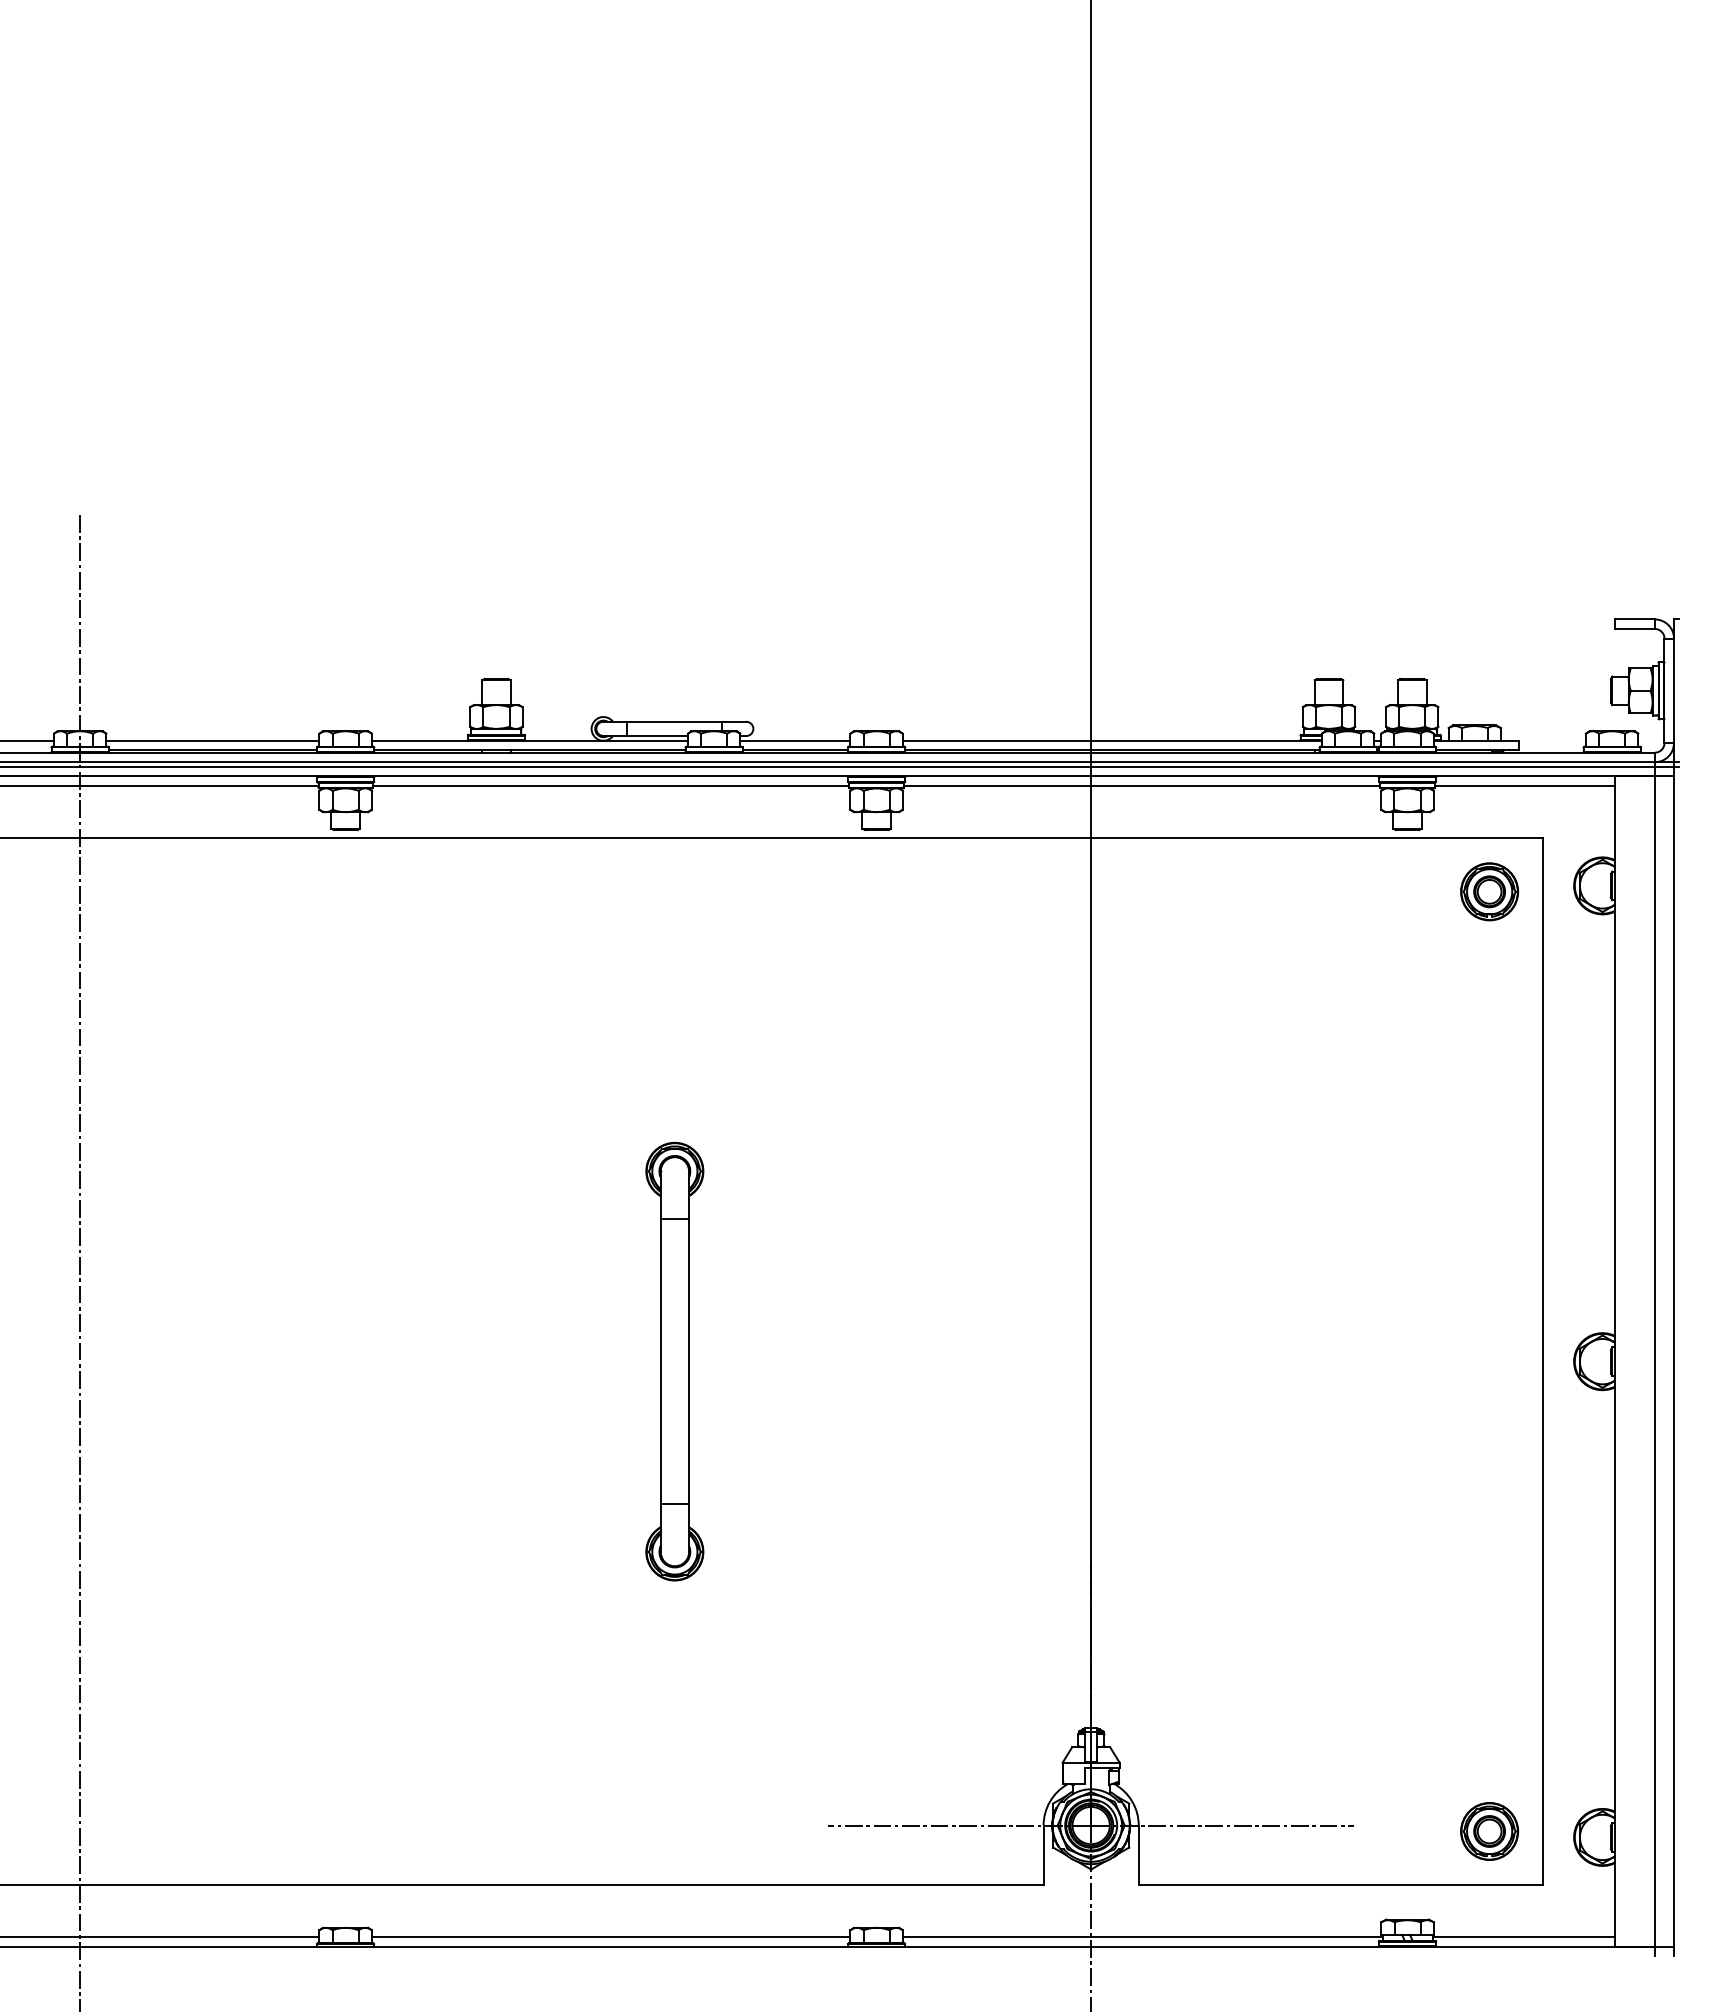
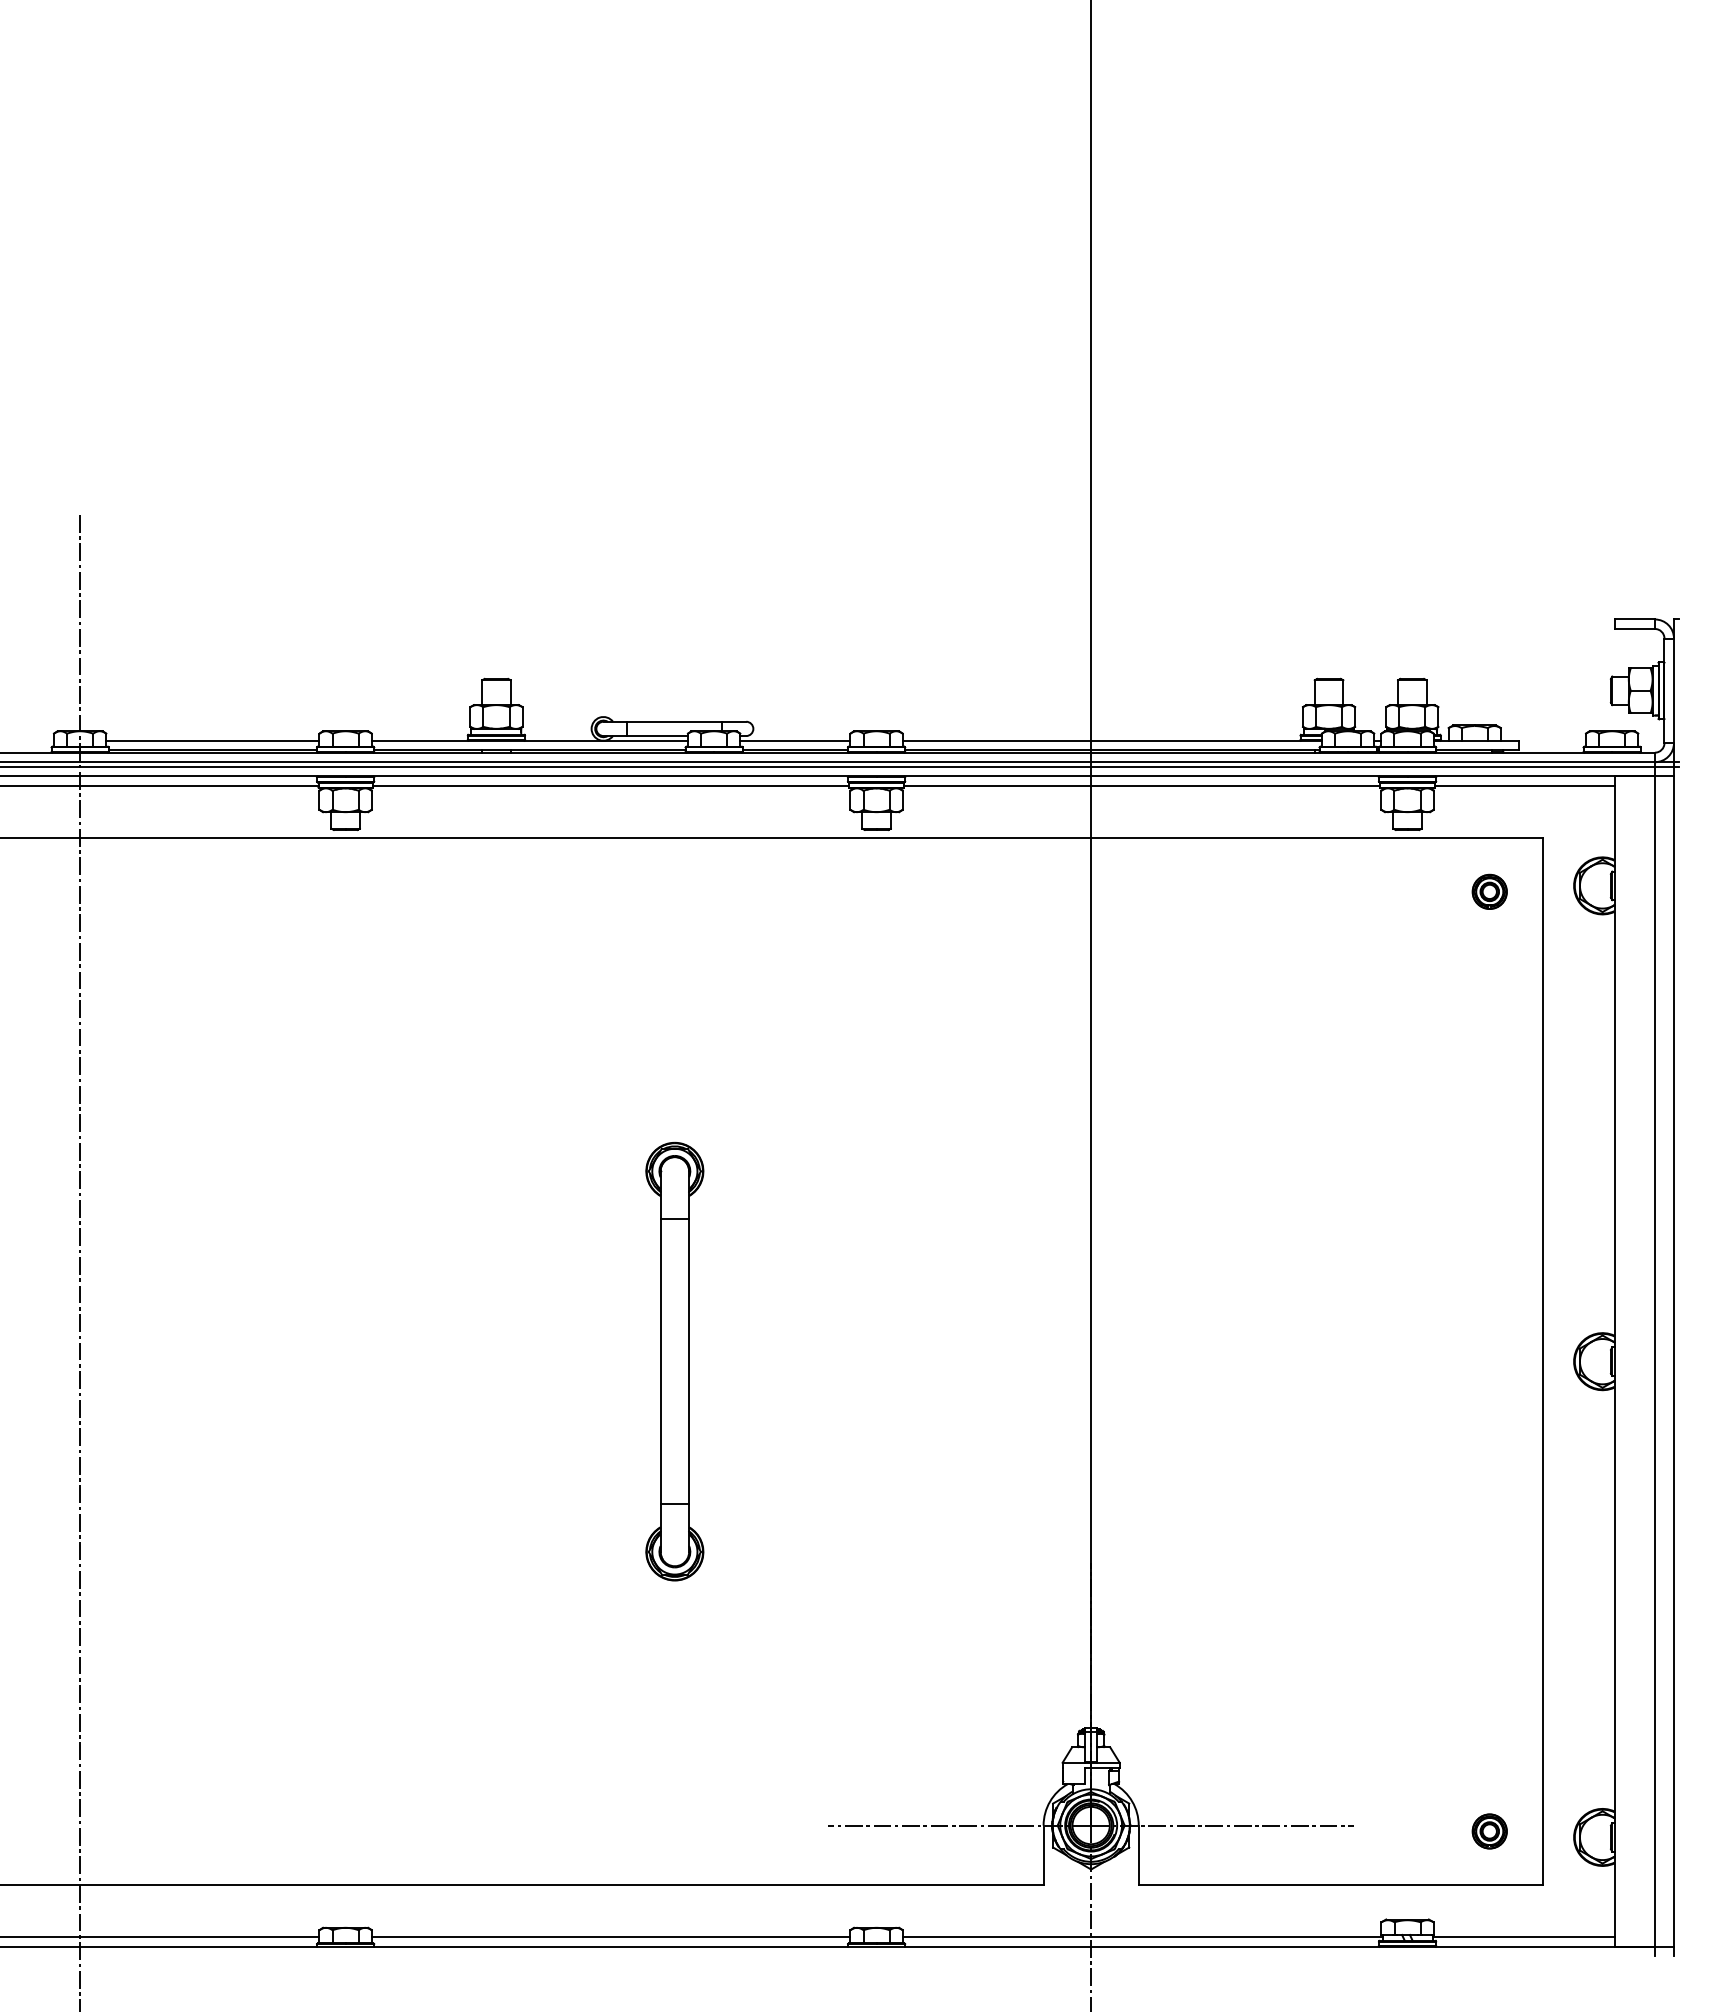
line at (27, 740): present -> none
part at (1489, 891) size: 60x60 px -> 37x37 px
part at (1489, 1831) size: 60x59 px -> 37x37 px
